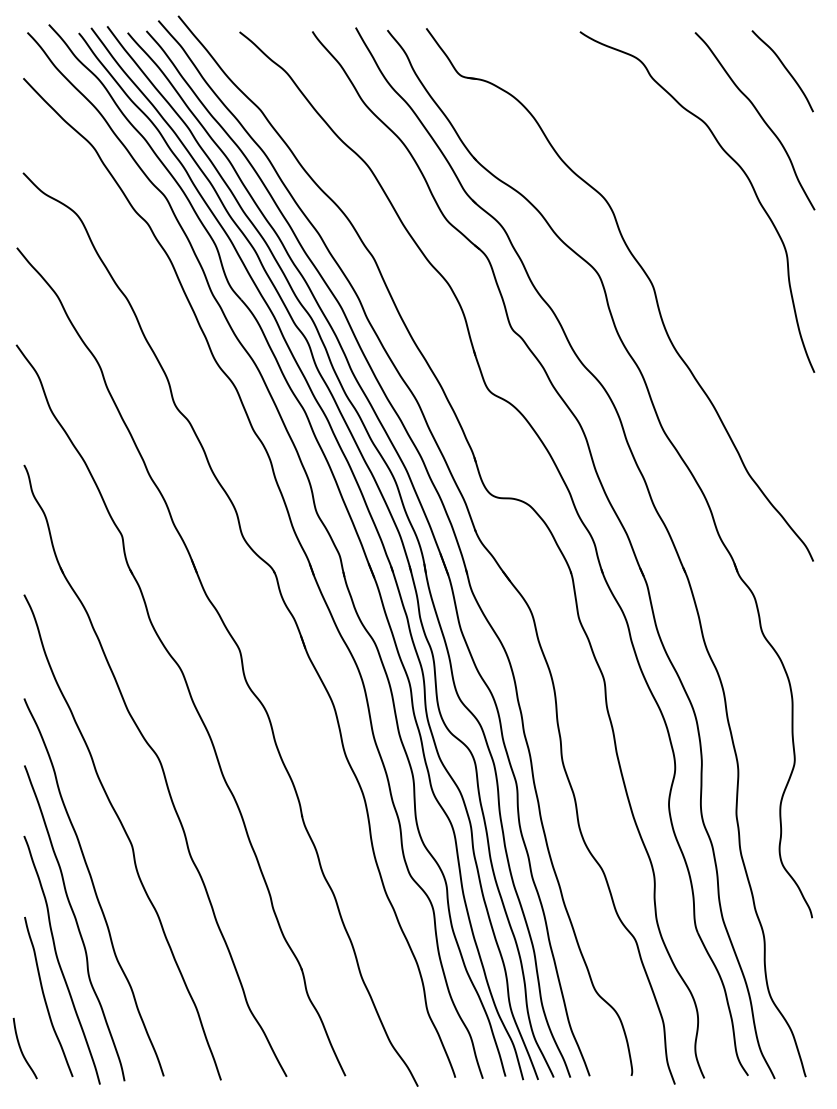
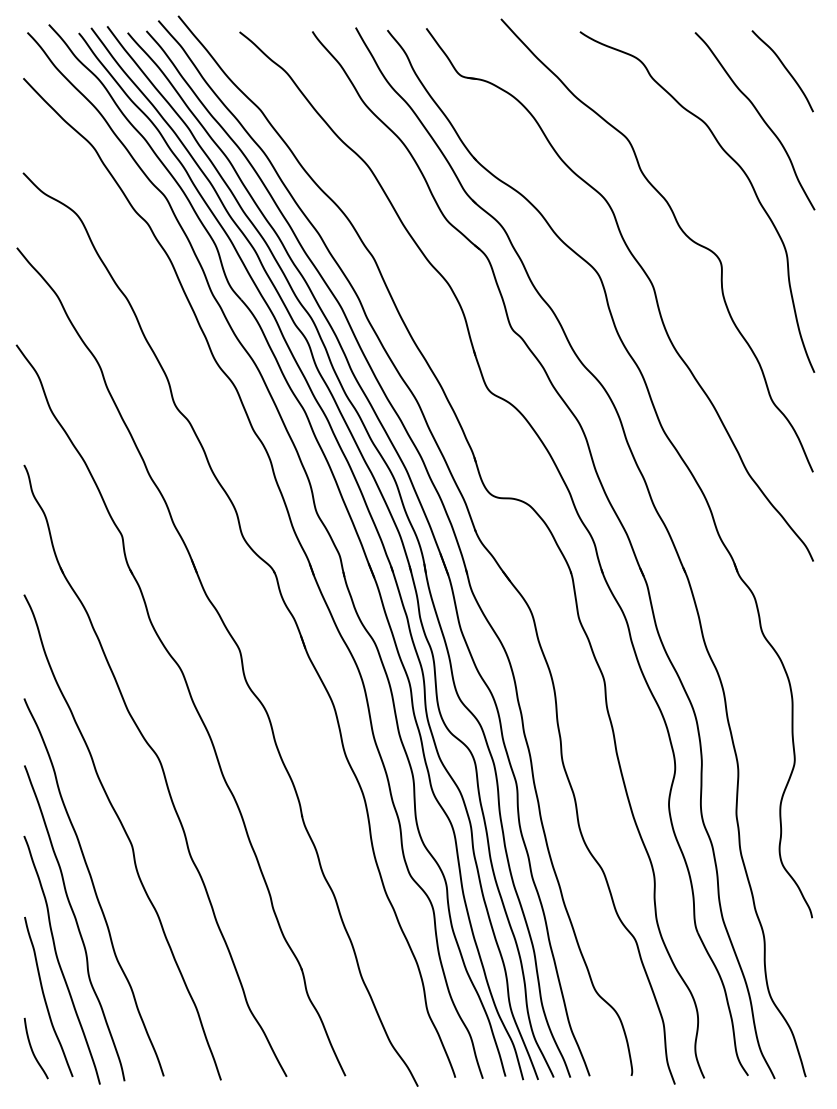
curve at (679, 228): none -> present
curve at (22, 1050) position: (22, 1050) -> (33, 1050)
